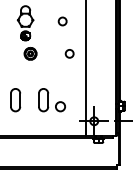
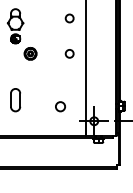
circle at (62, 21) position: (62, 21) -> (69, 18)
part at (25, 23) position: (25, 23) -> (15, 26)
part at (43, 100): present -> none
